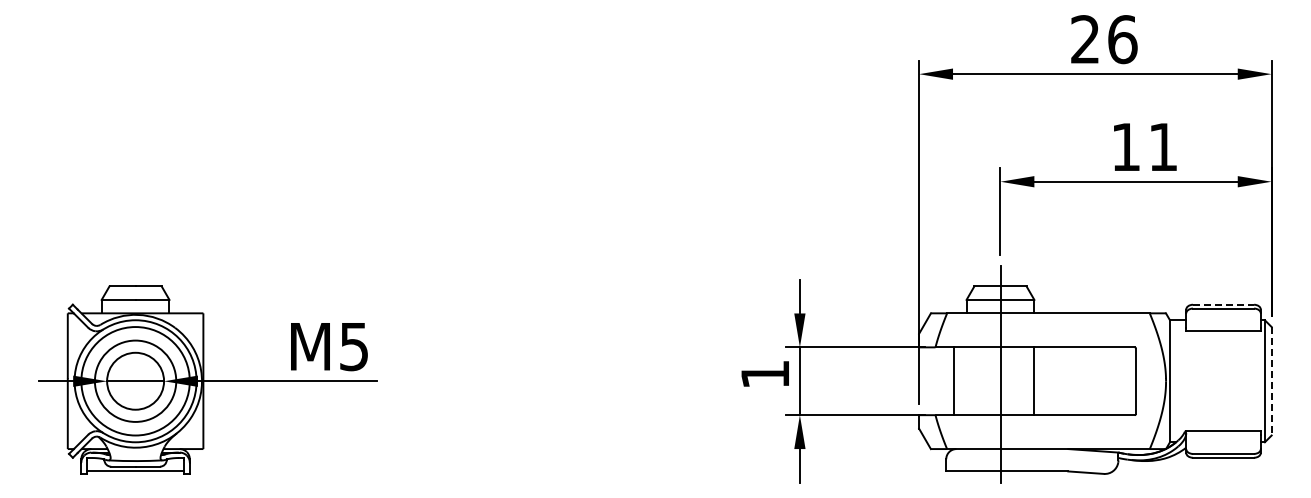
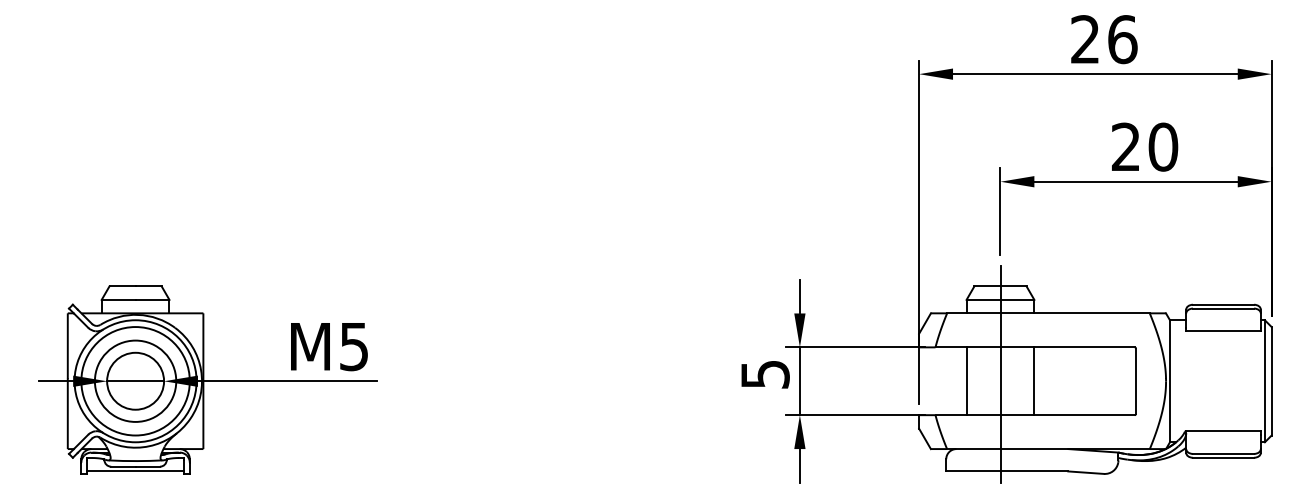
text at (1144, 146): 11 -> 20
line at (1223, 304): dashed -> solid
text at (765, 374): 1 -> 5
line at (953, 381) position: (953, 381) -> (966, 381)
line at (1271, 381): dashed -> solid
